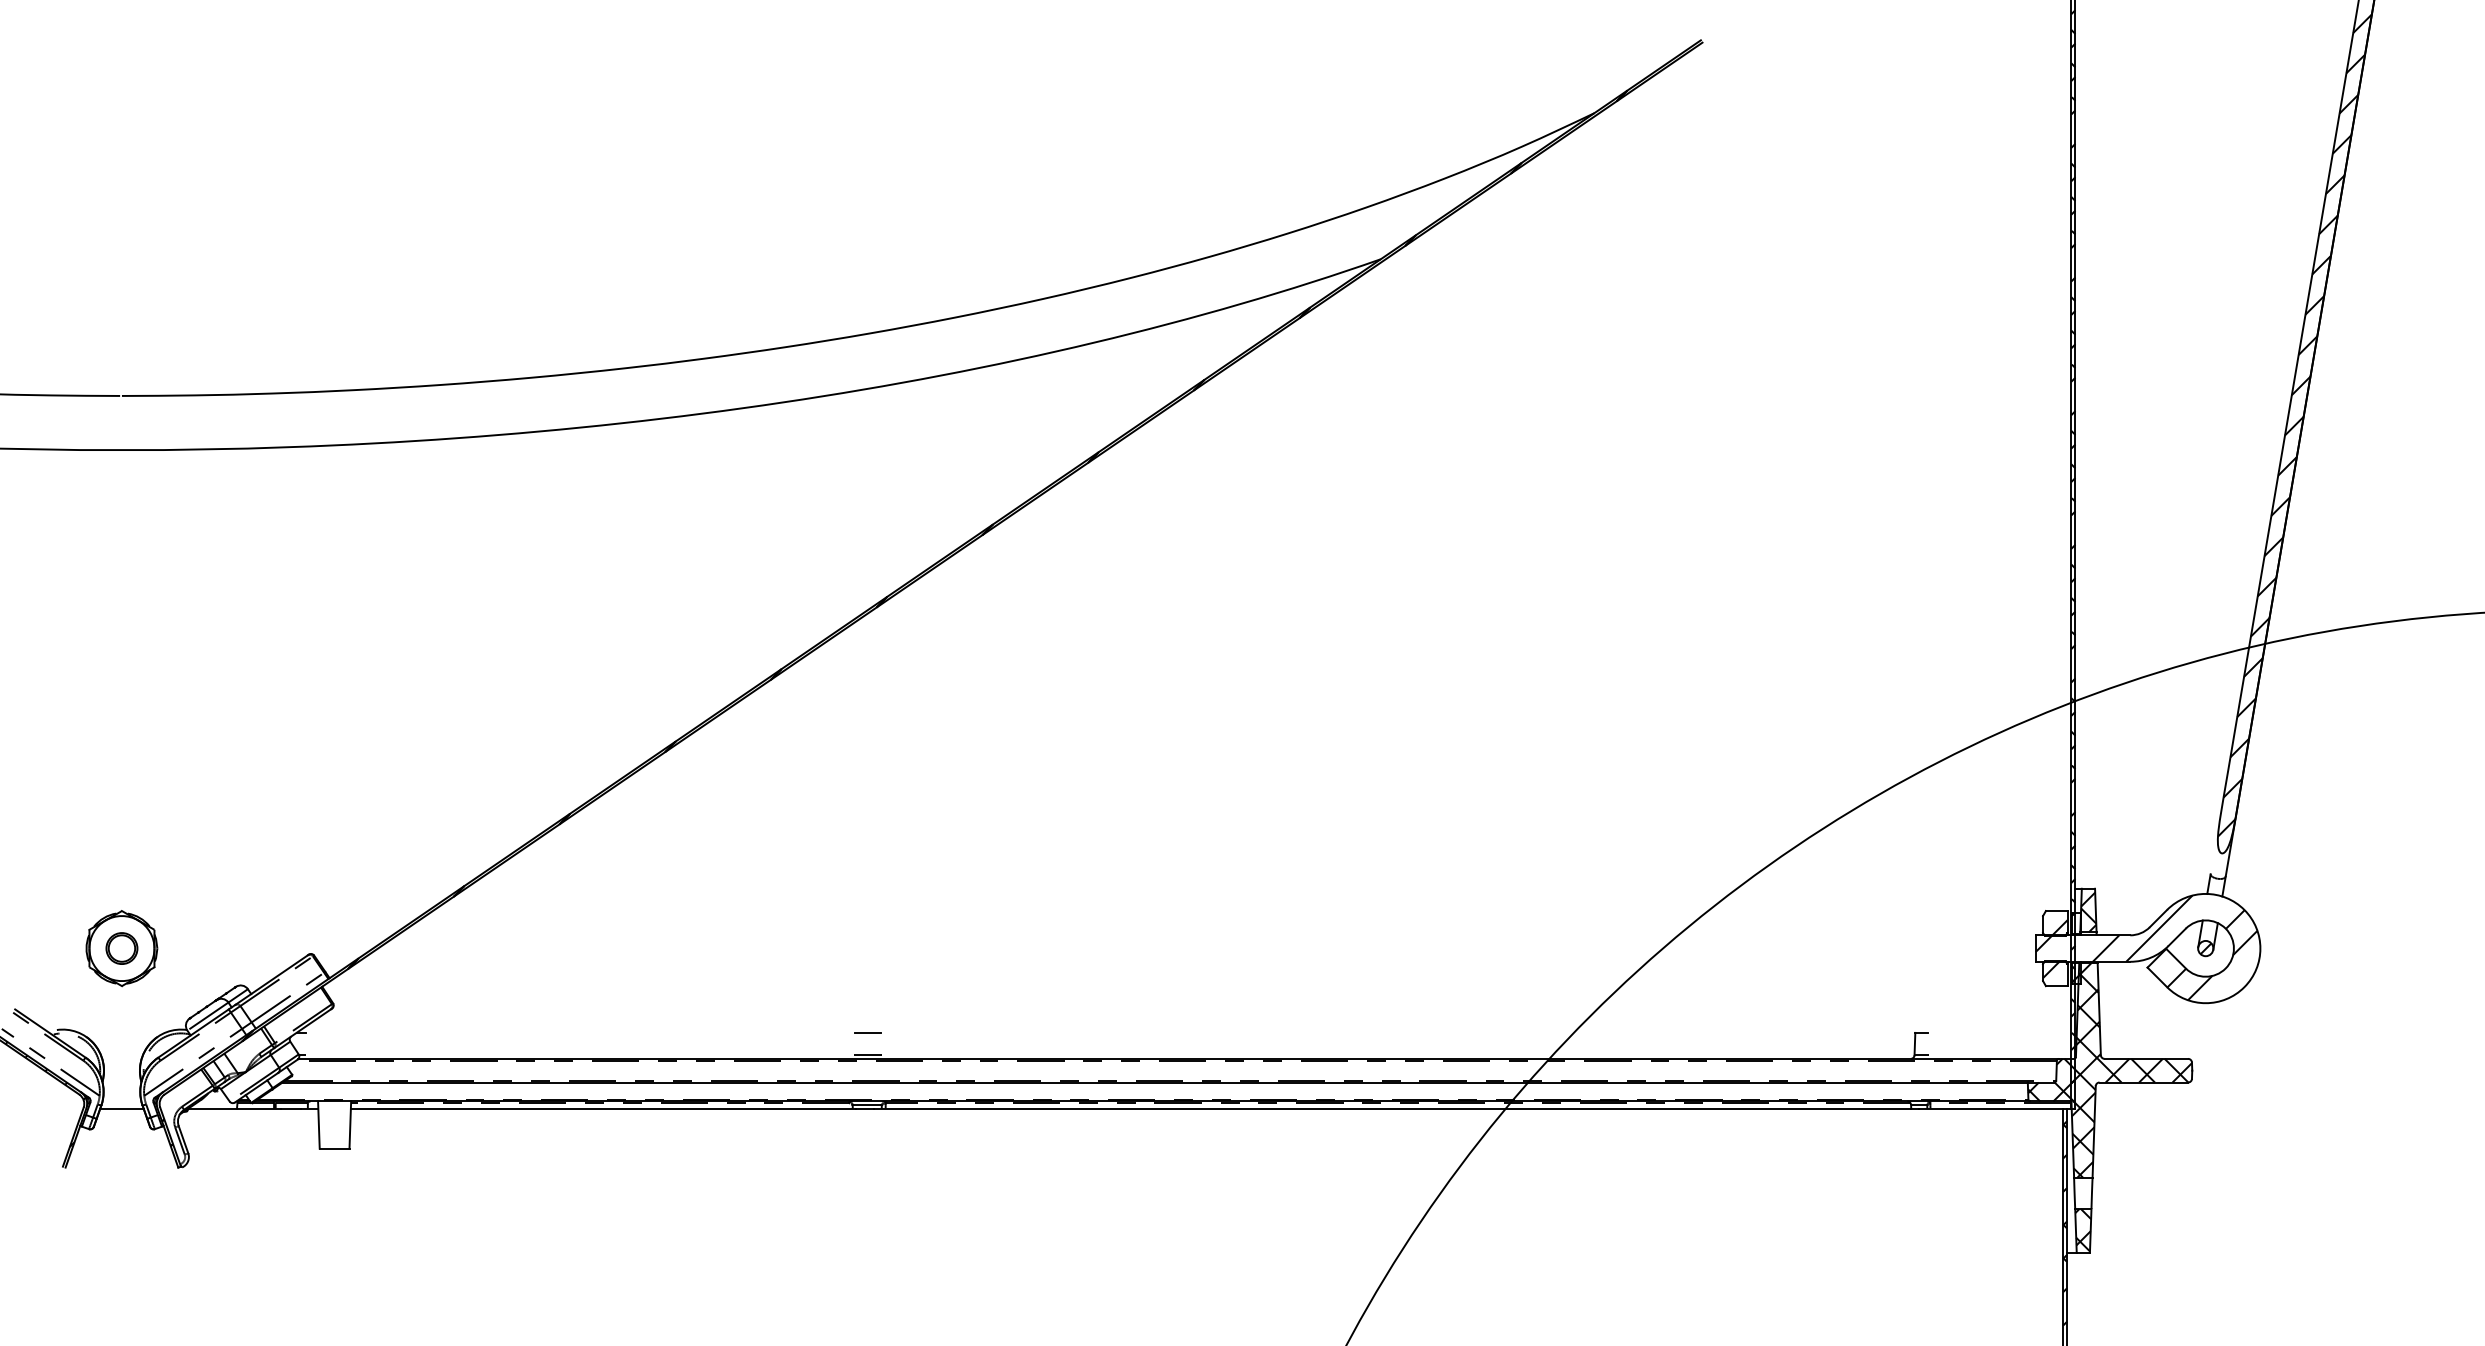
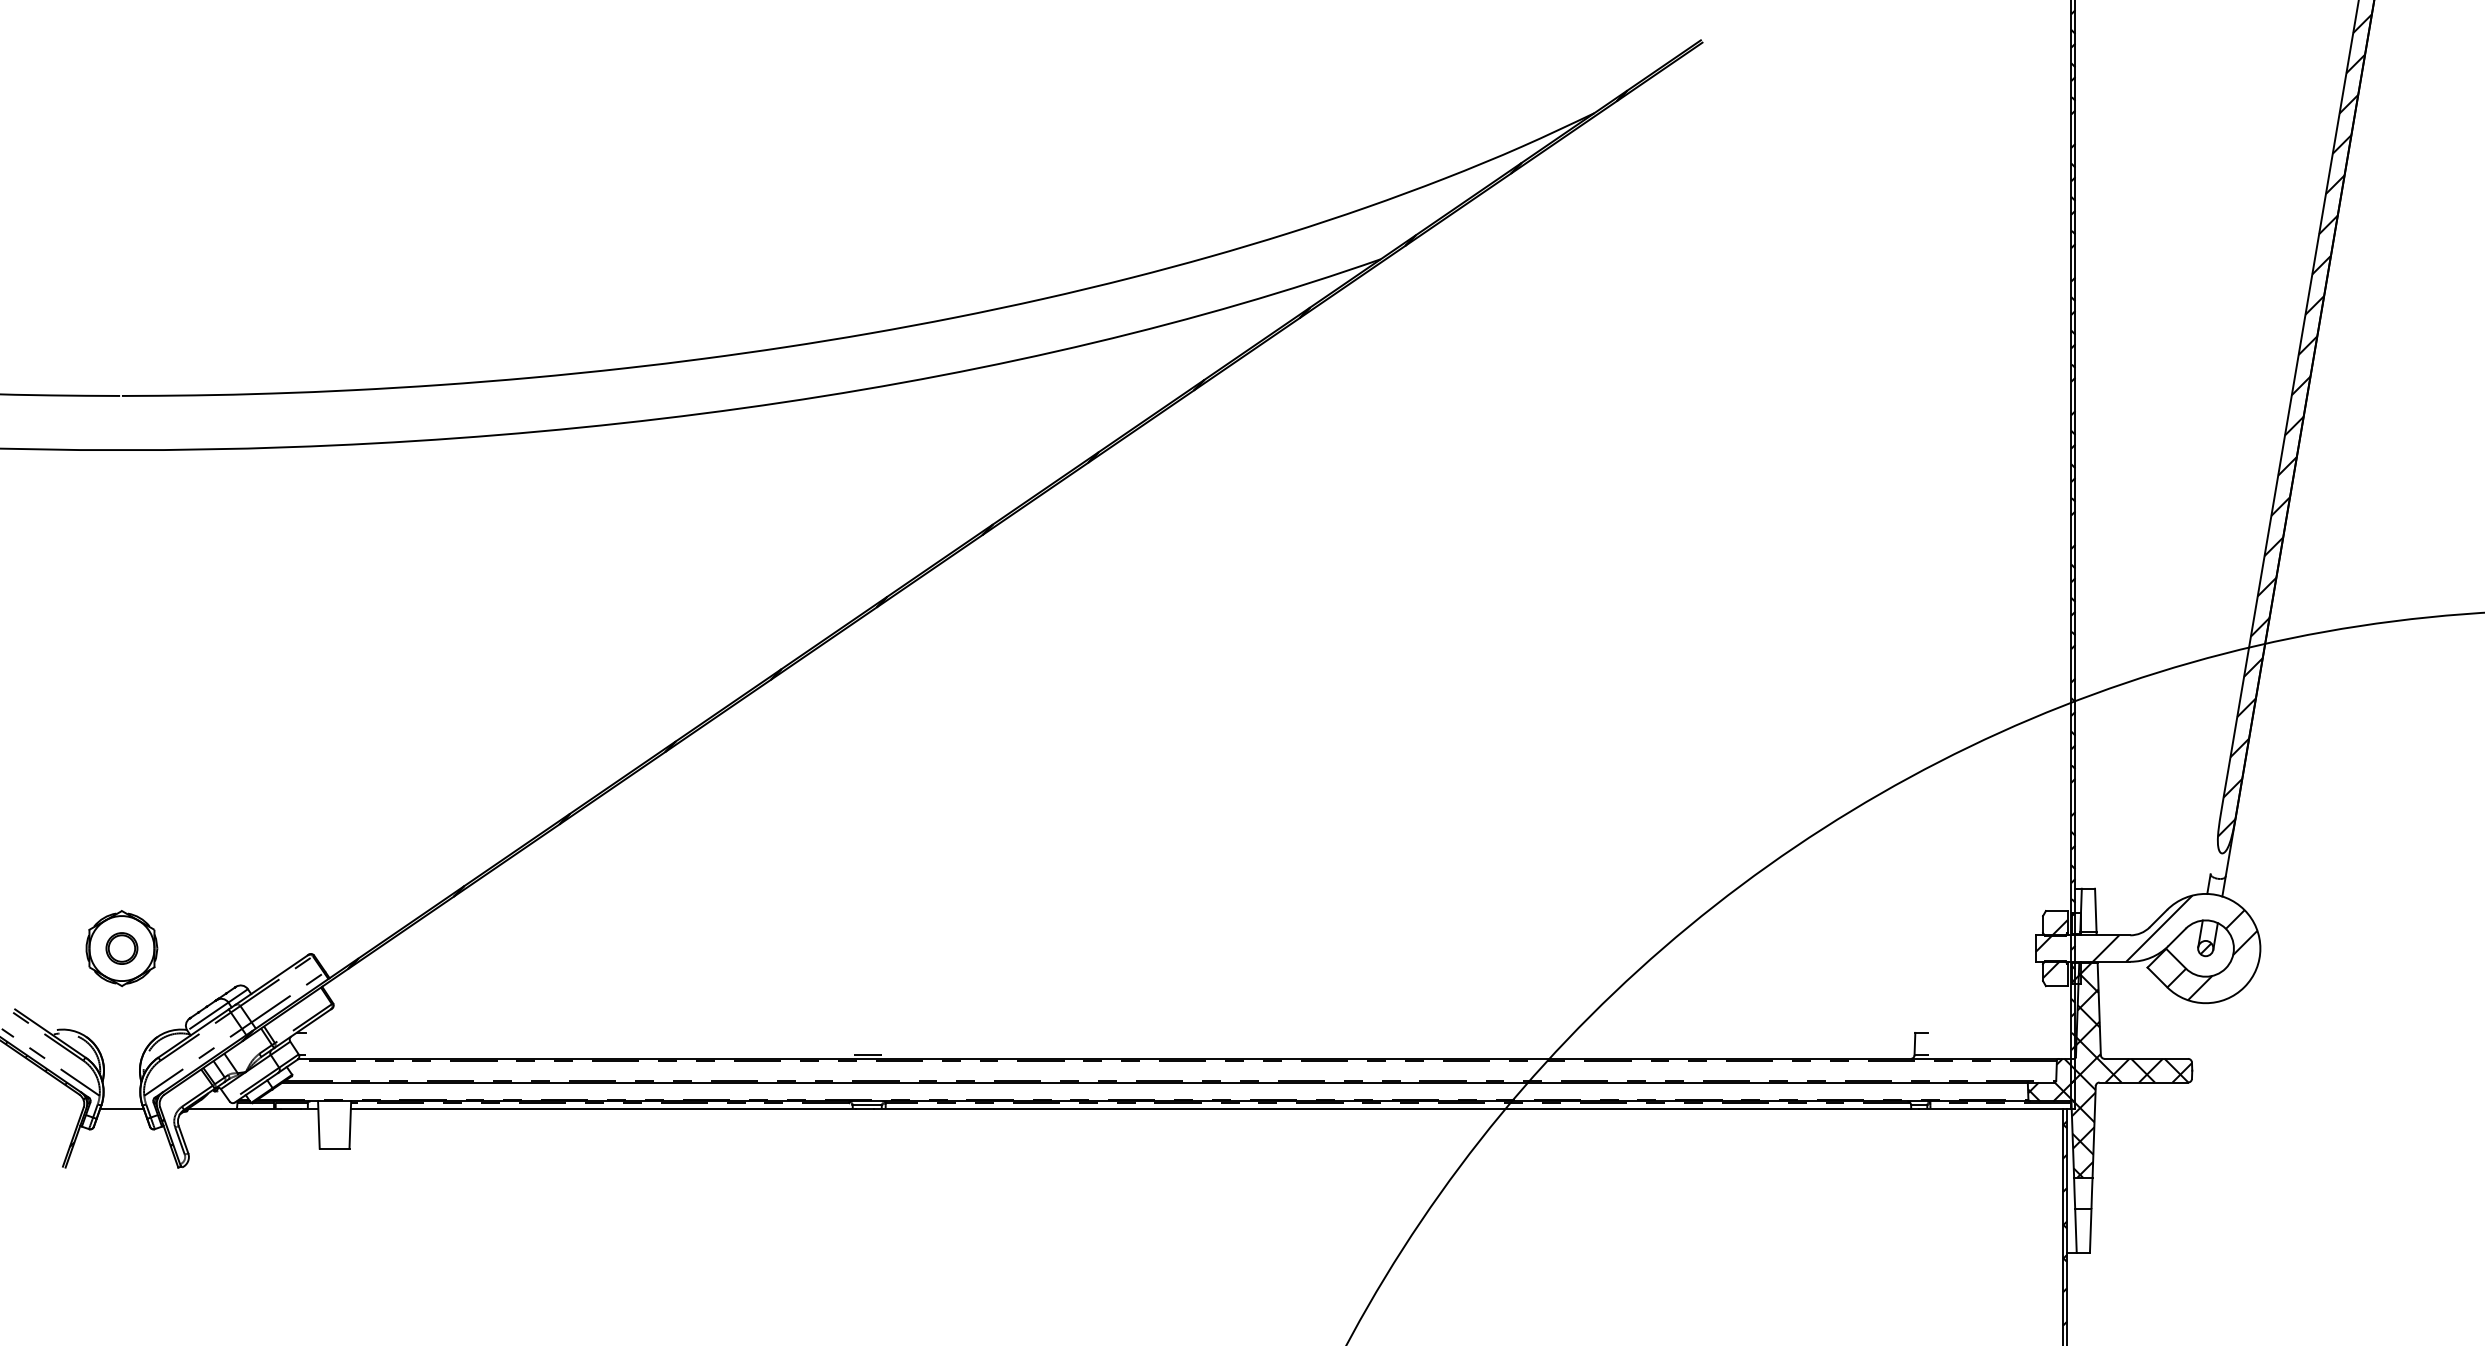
hatch at (2088, 910): present -> none
line at (867, 1032): present -> none
hatch at (2083, 1230): present -> none
